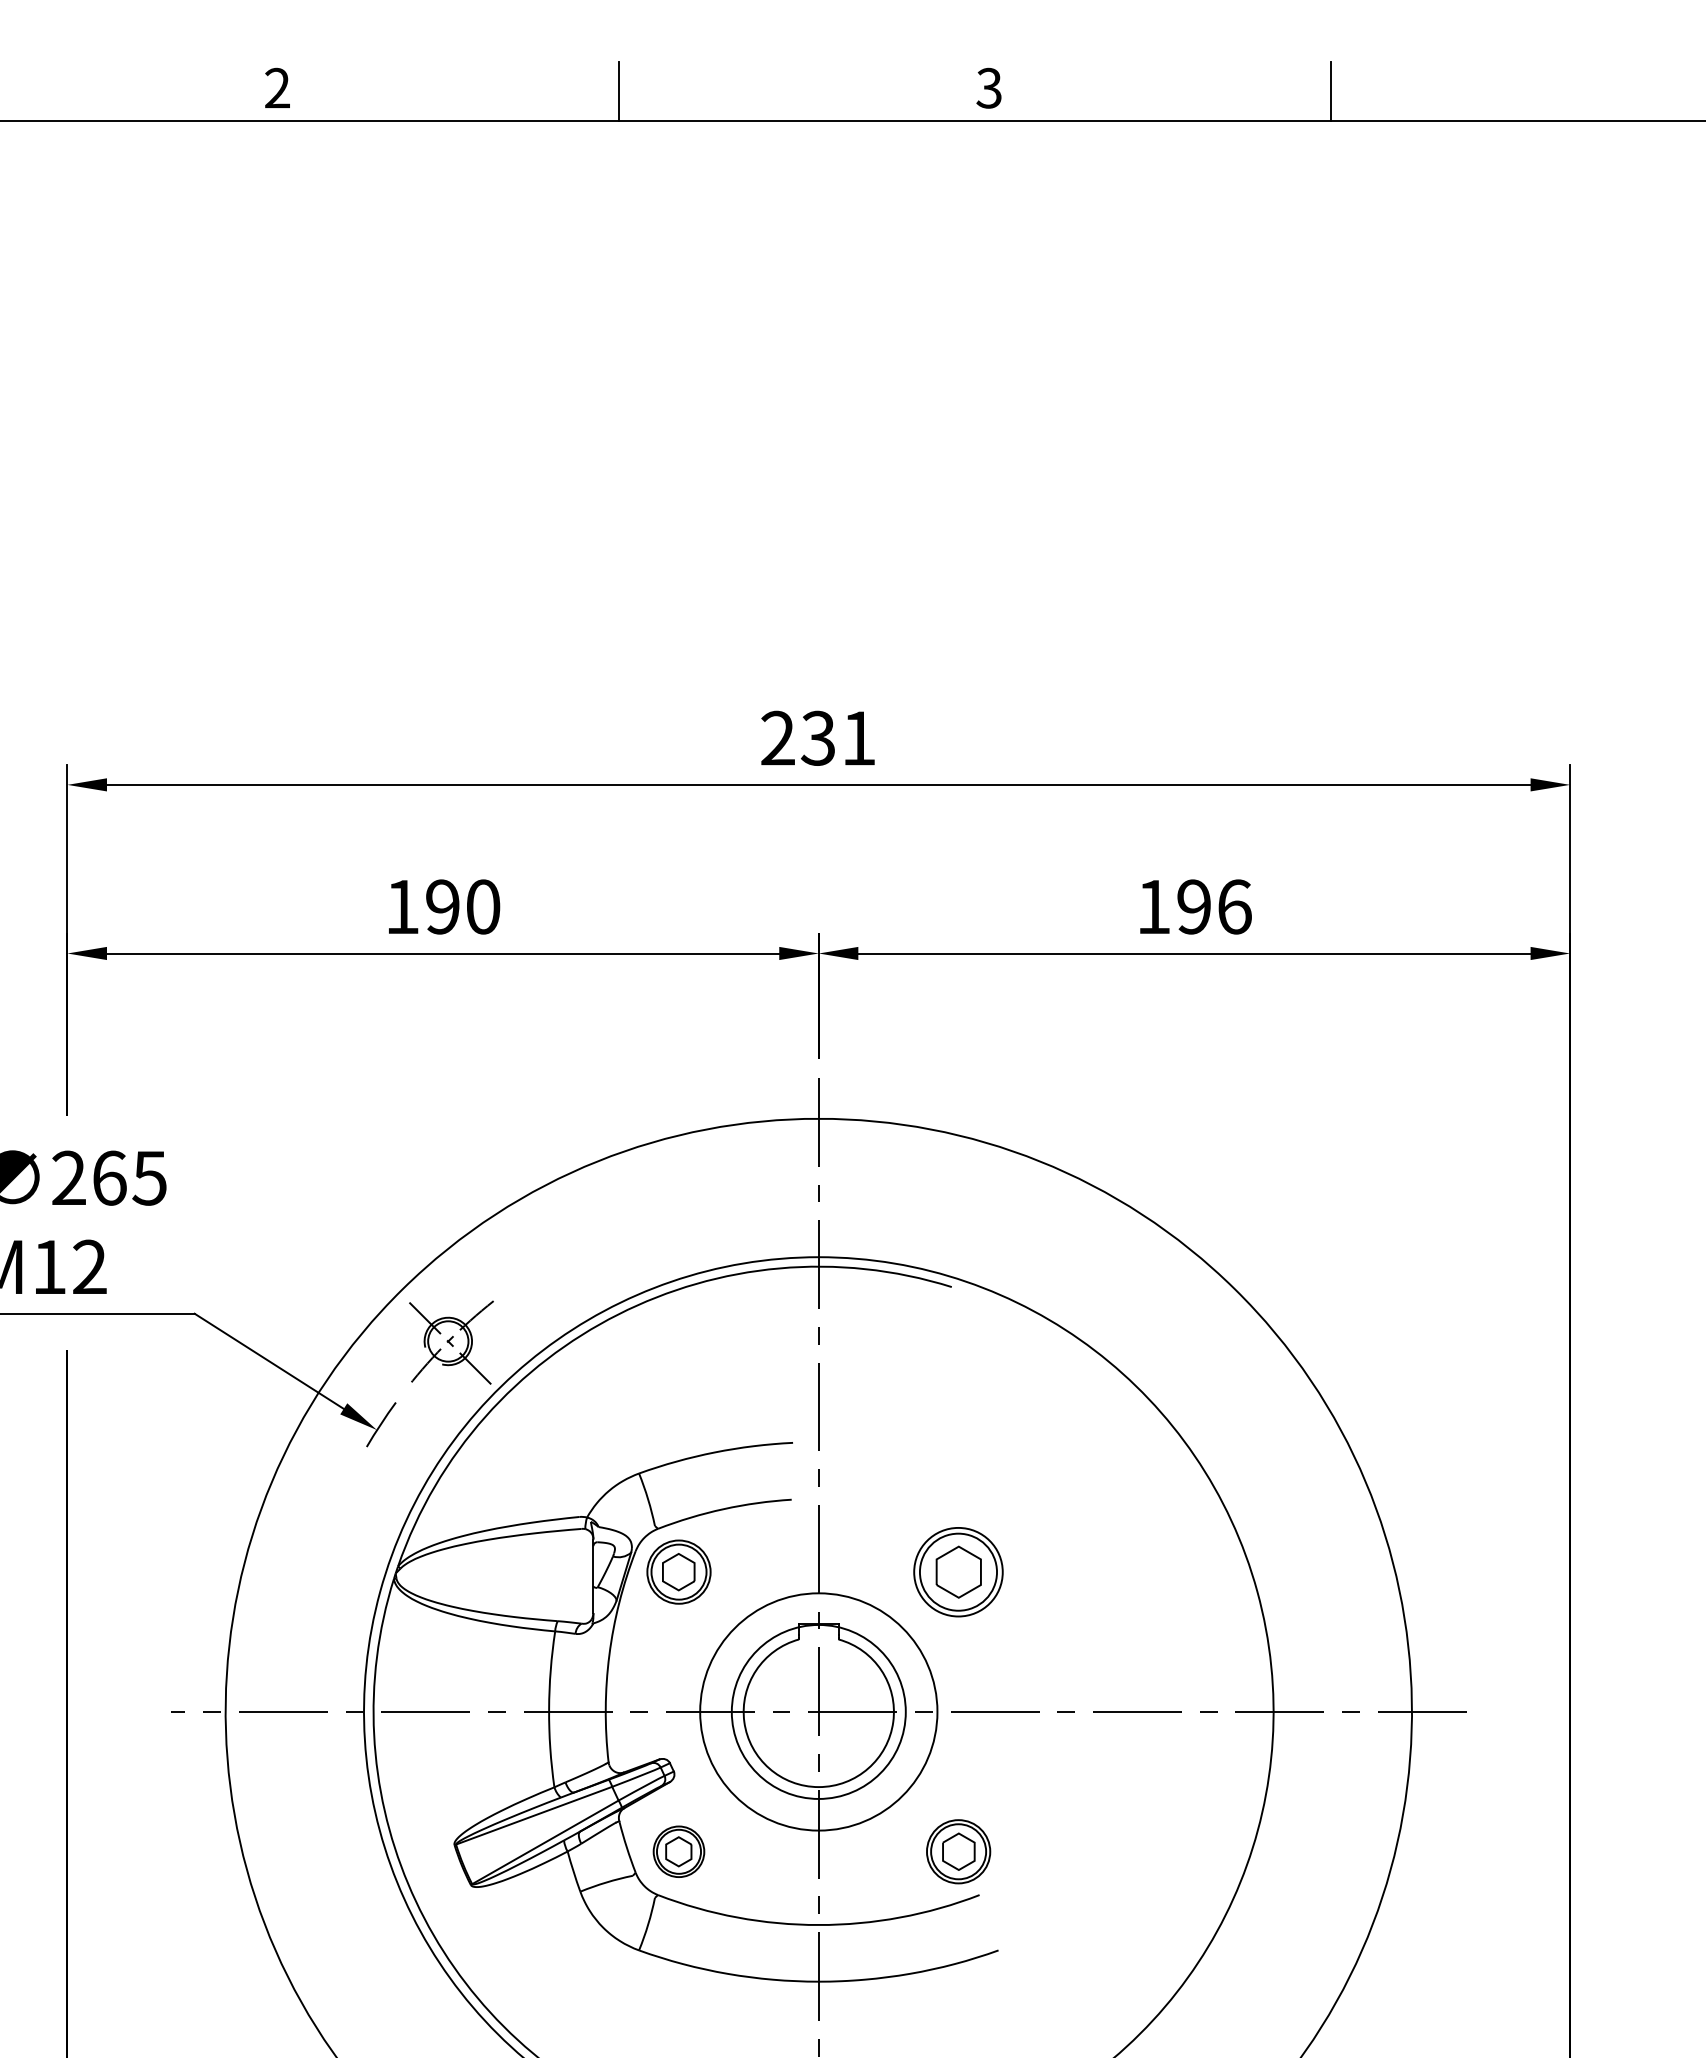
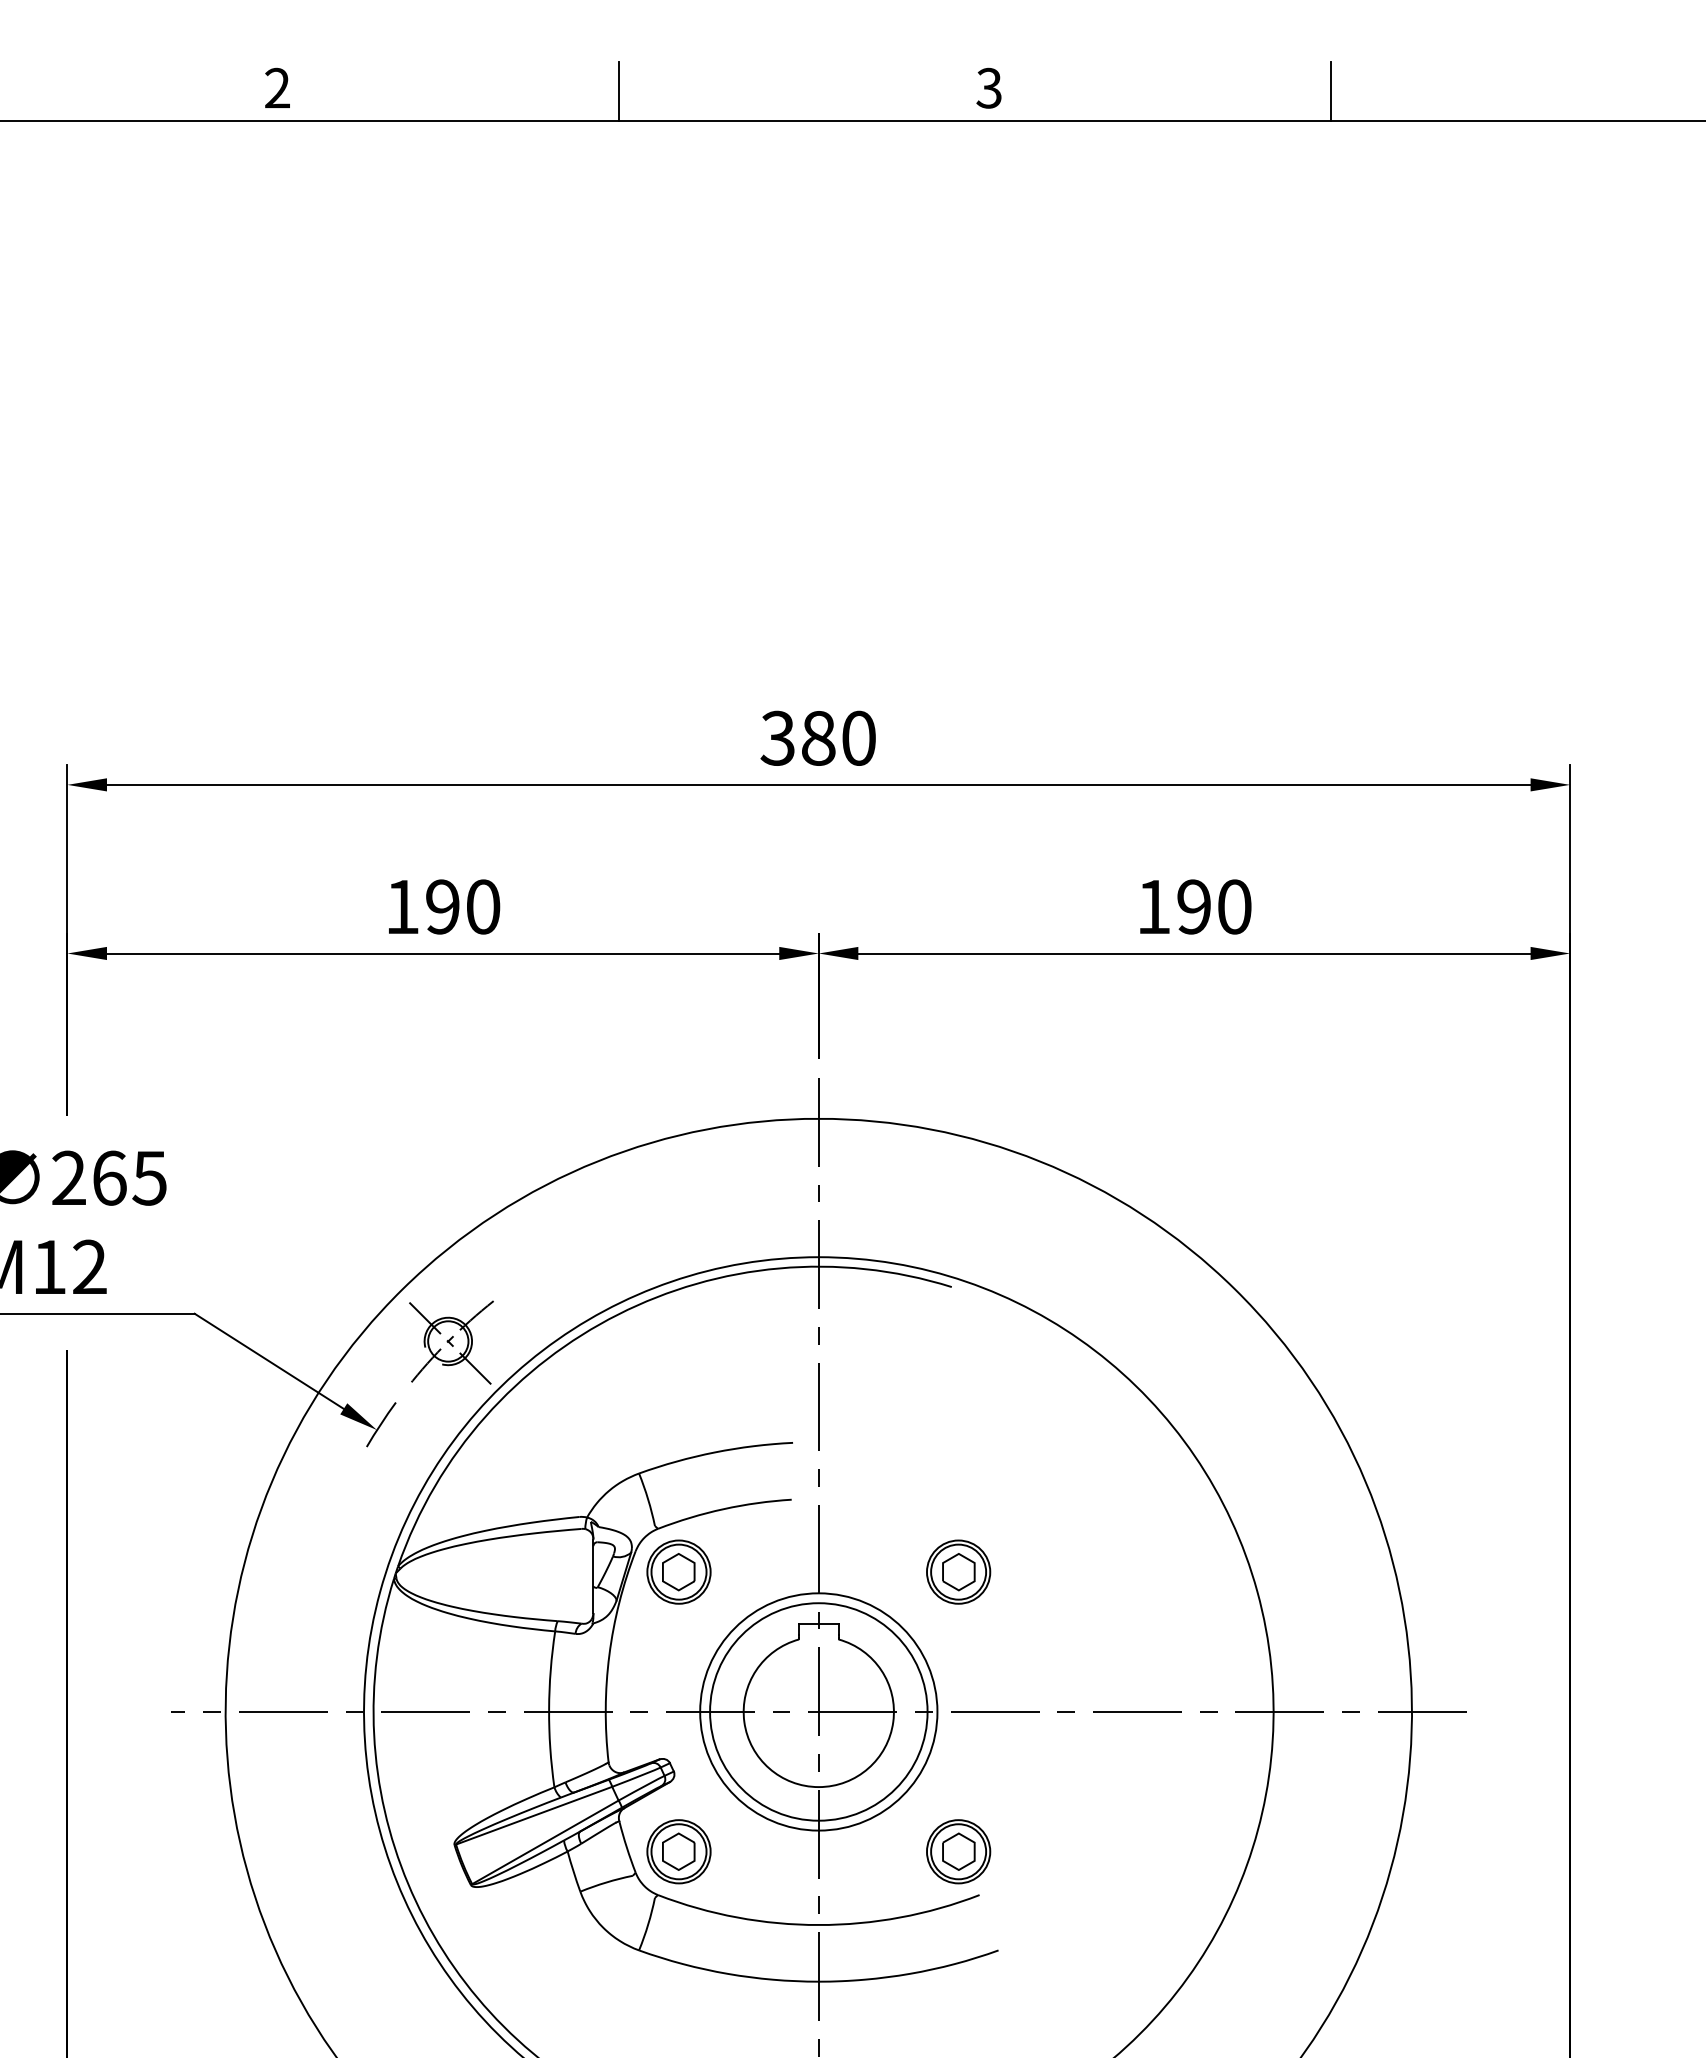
text at (817, 737): 231 -> 380
text at (1234, 906): 196 -> 190
part at (958, 1572) size: 91x91 px -> 66x66 px
circle at (818, 1711) diameter: 174 px -> 217 px
part at (678, 1851) size: 54x53 px -> 66x66 px
